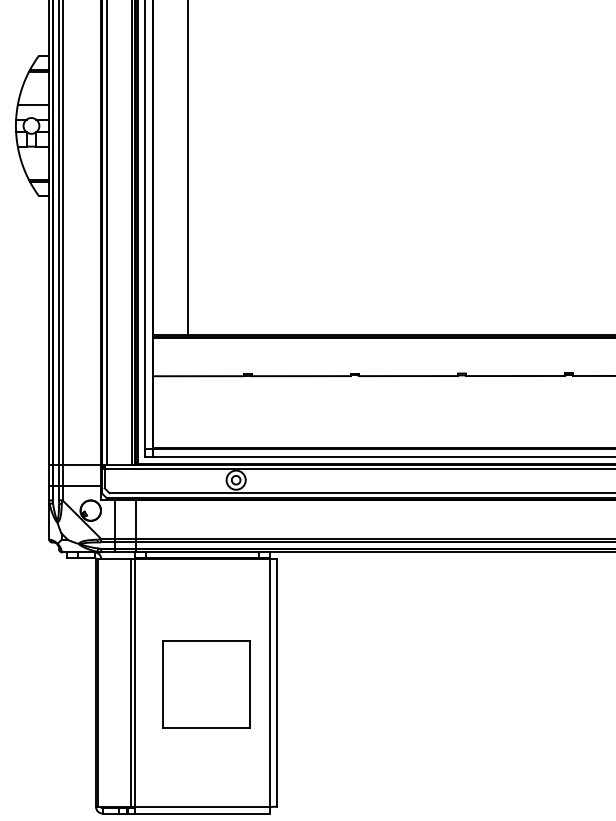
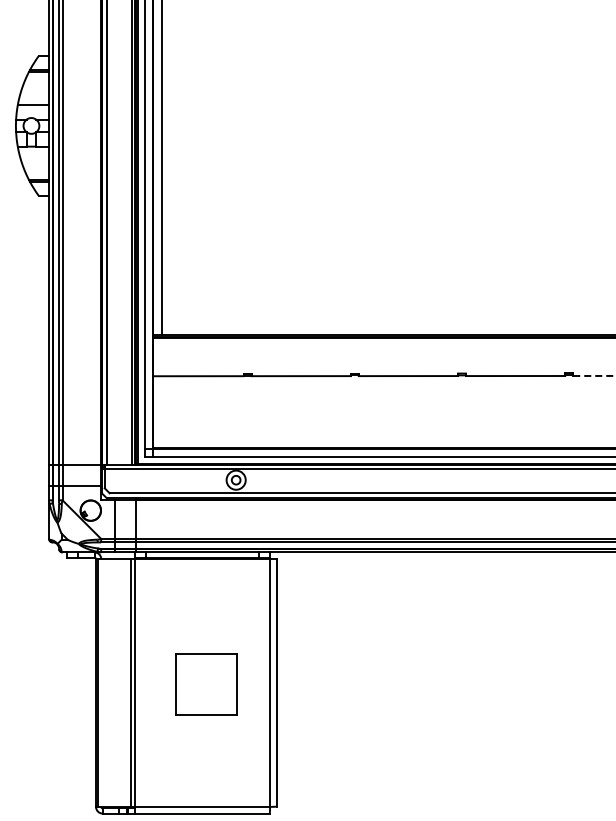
line at (188, 168) position: (188, 168) -> (162, 168)
line at (595, 375): solid -> dashed
part at (206, 684) size: 89x89 px -> 63x63 px
